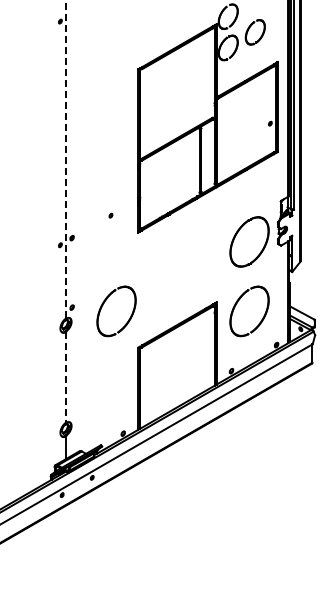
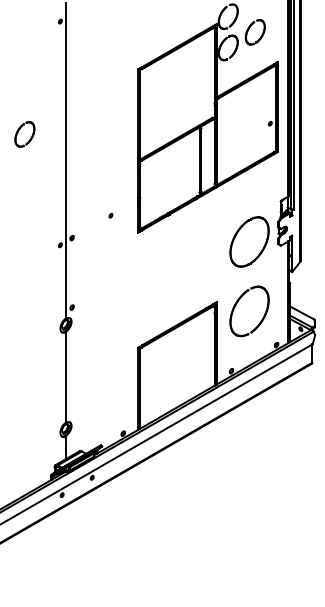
part at (24, 134): none -> present
line at (66, 160): dashed -> solid
part at (116, 311): present -> none
line at (66, 377): dashed -> solid
